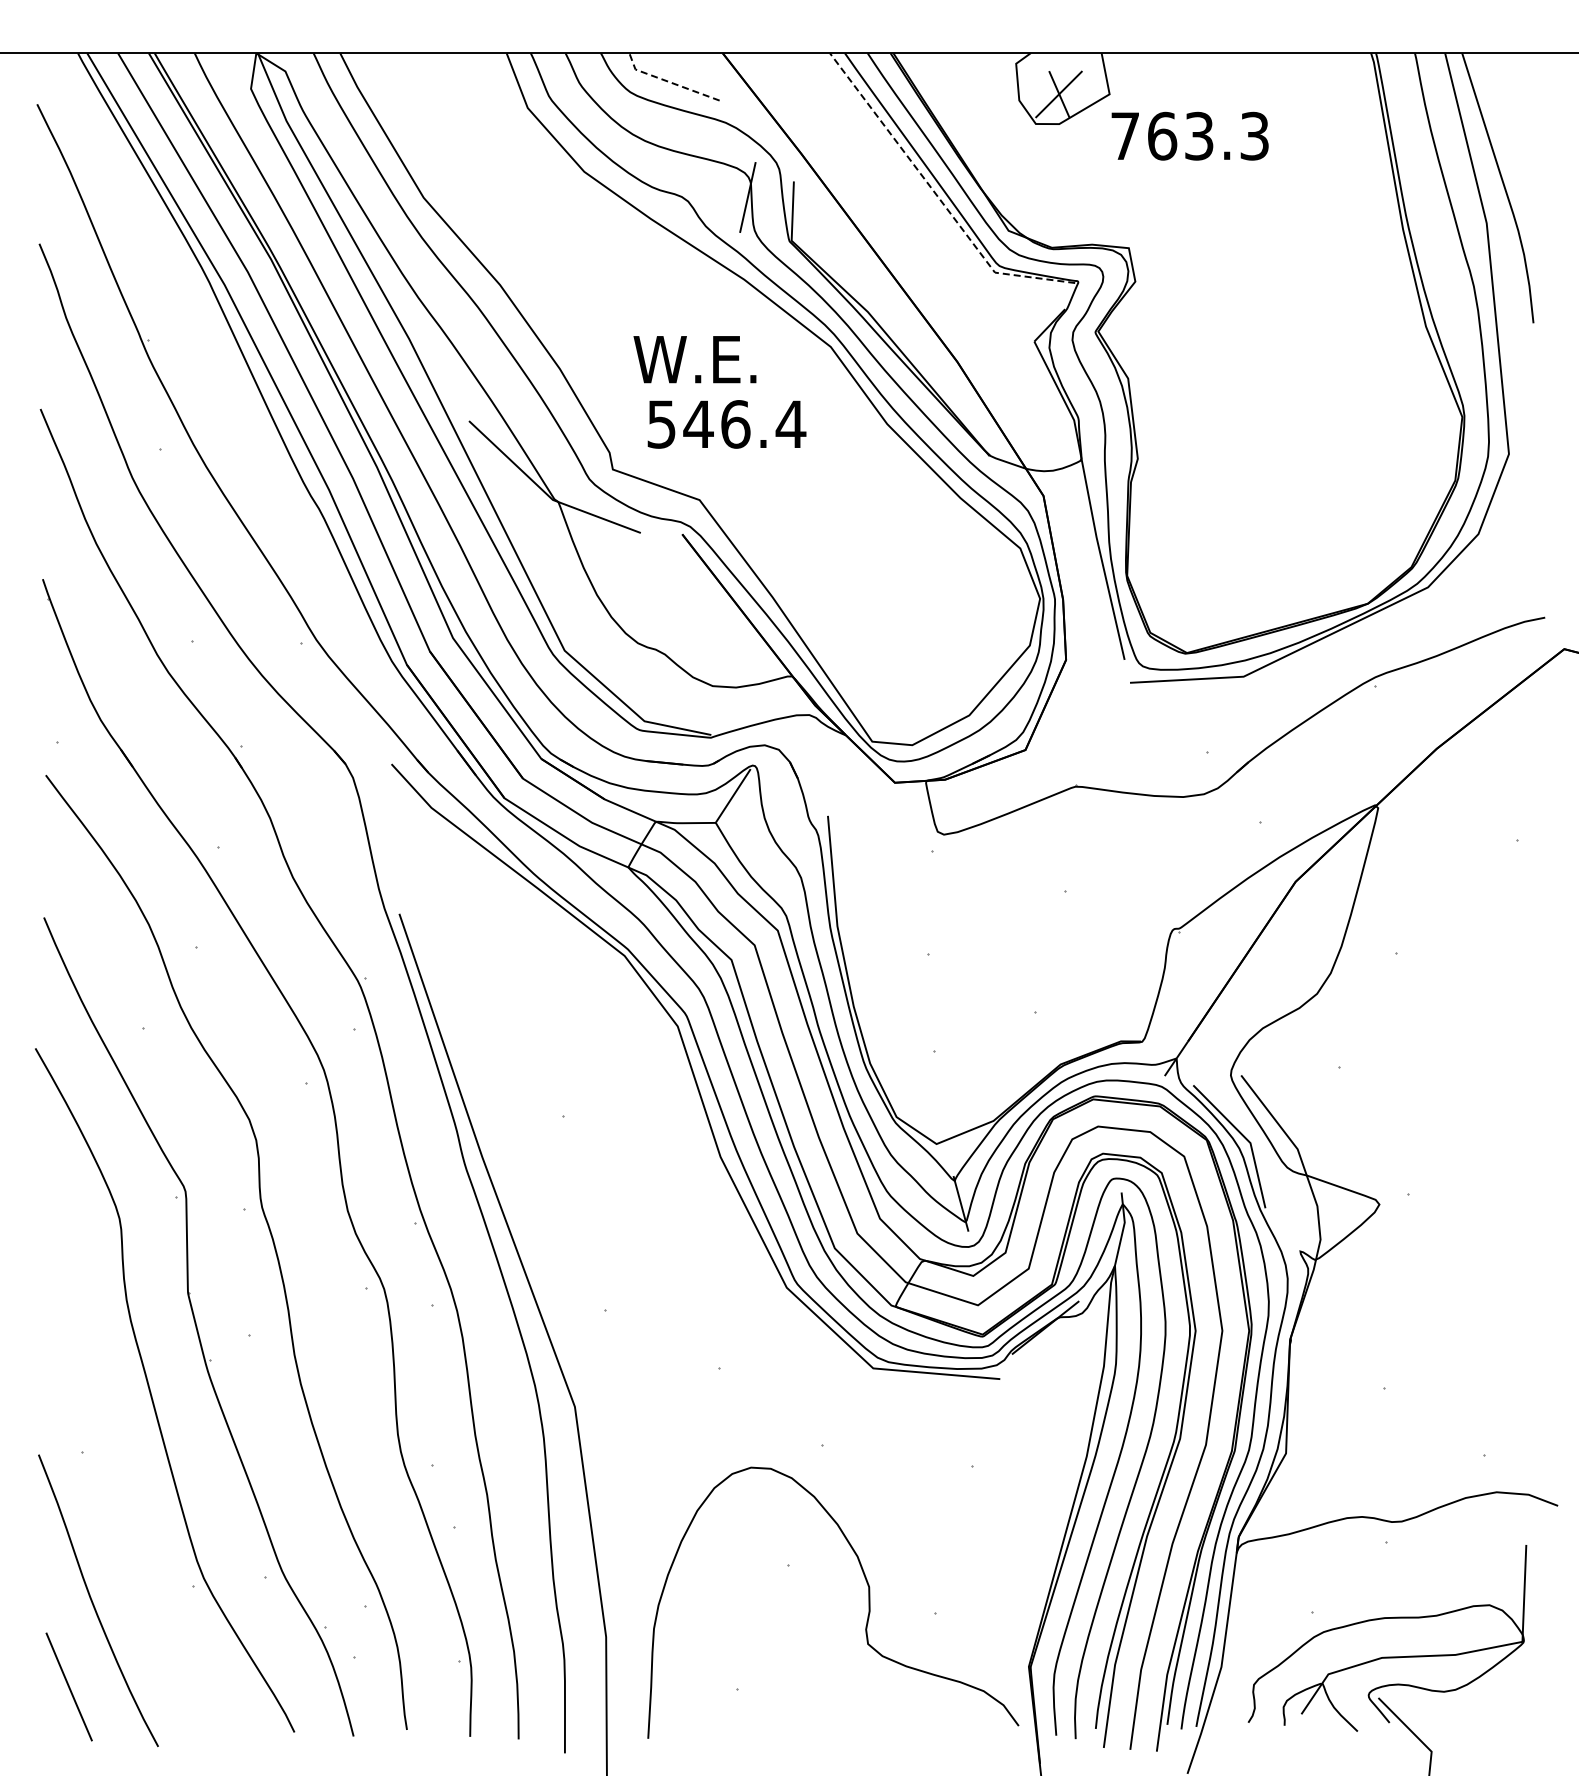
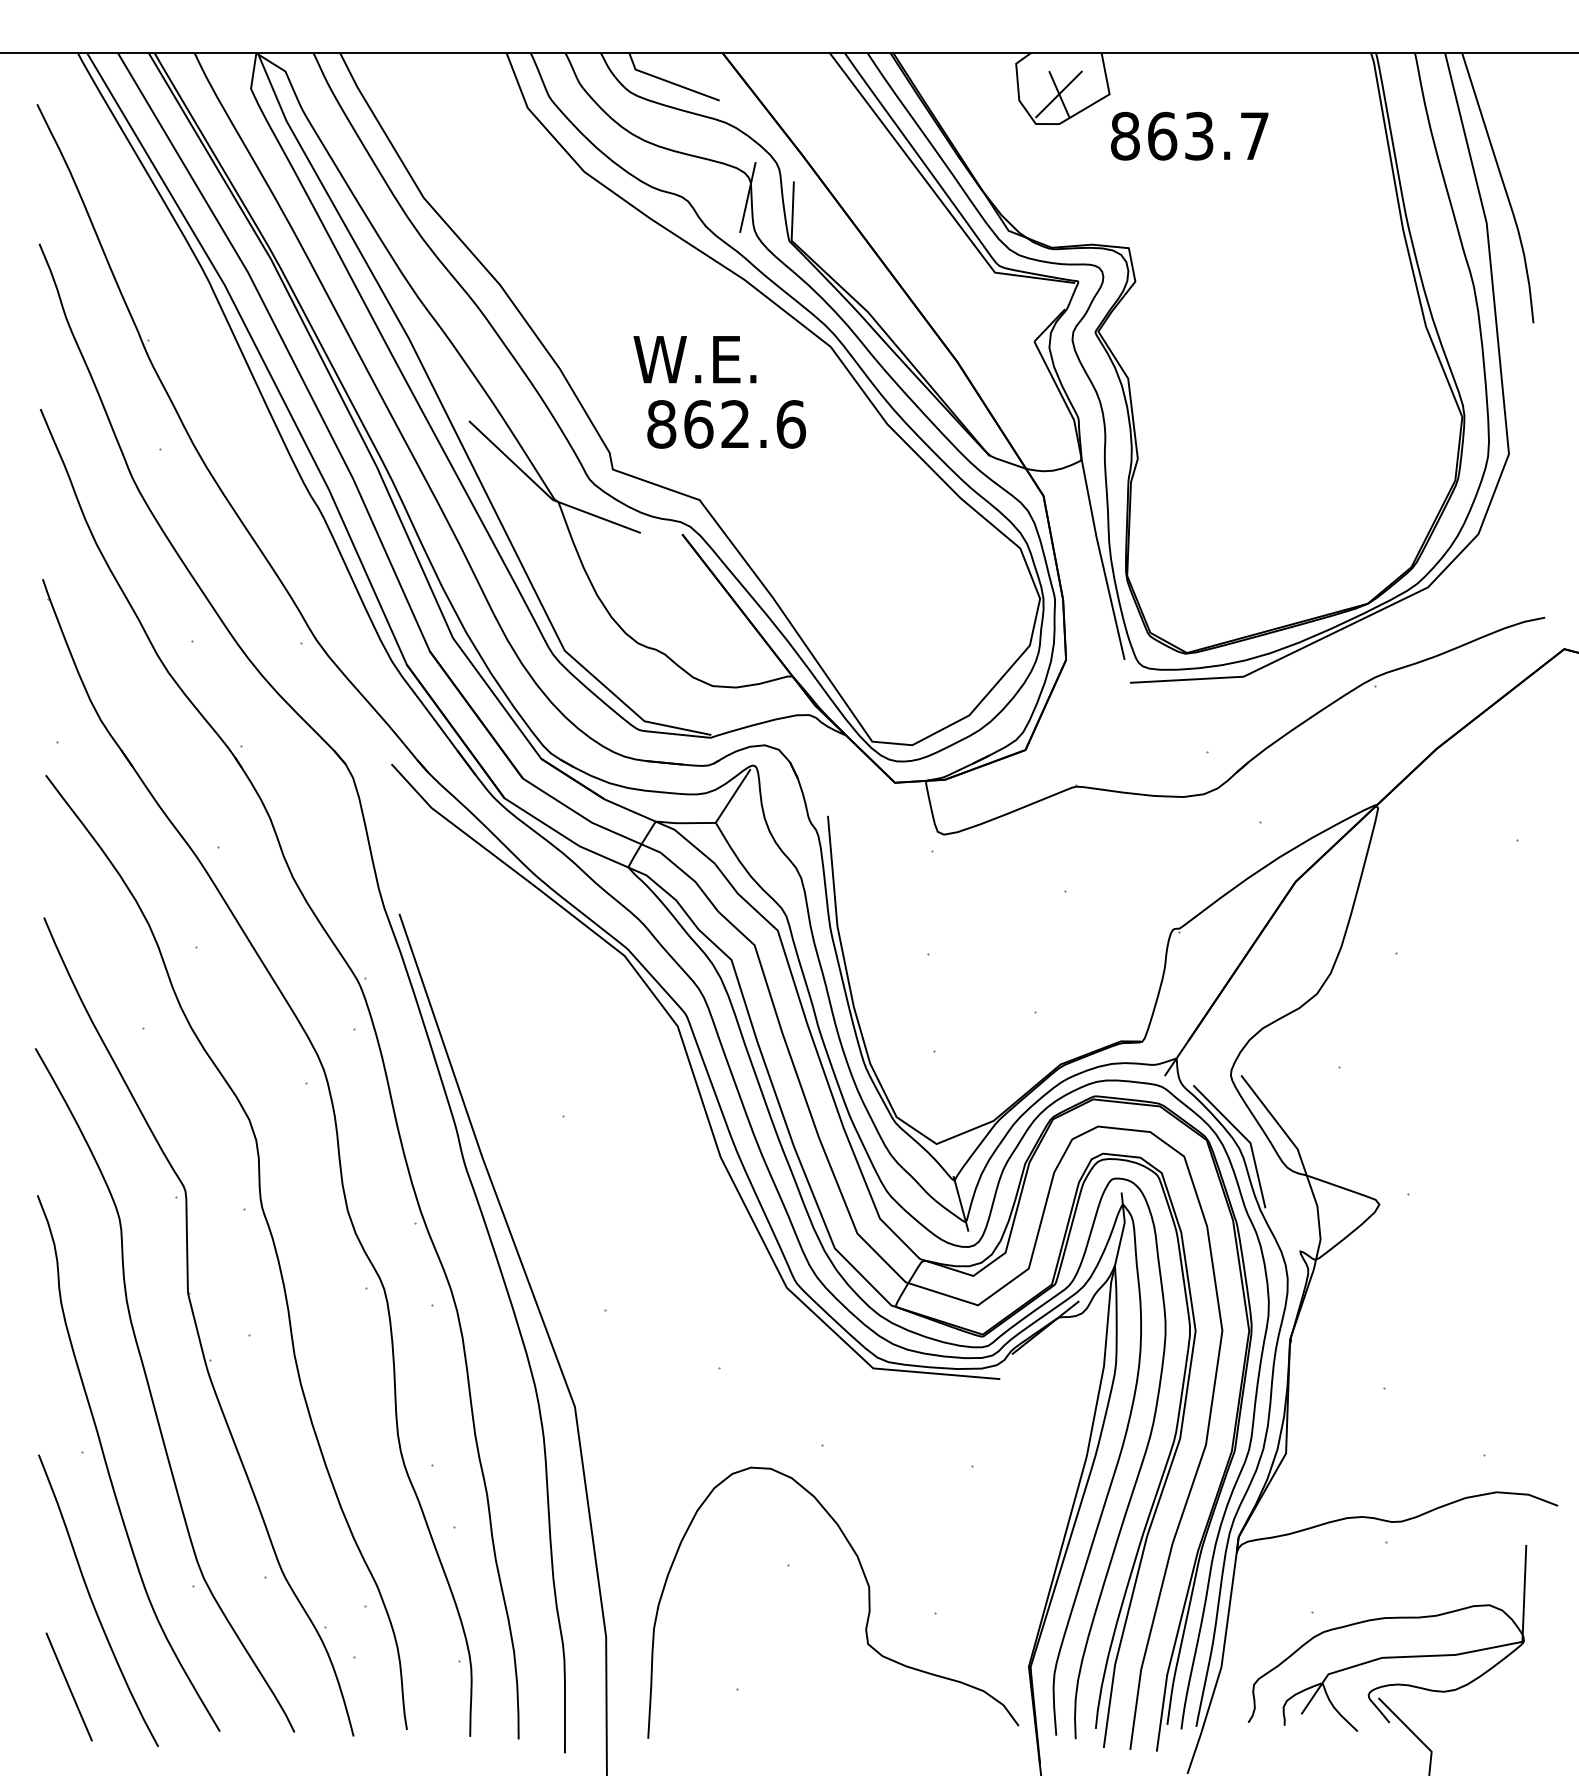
line at (668, 81): dashed -> solid
text at (1189, 135): 763.3 -> 863.7
line at (936, 195): dashed -> solid
text at (726, 424): 546.4 -> 862.6
curve at (108, 1467): none -> present
